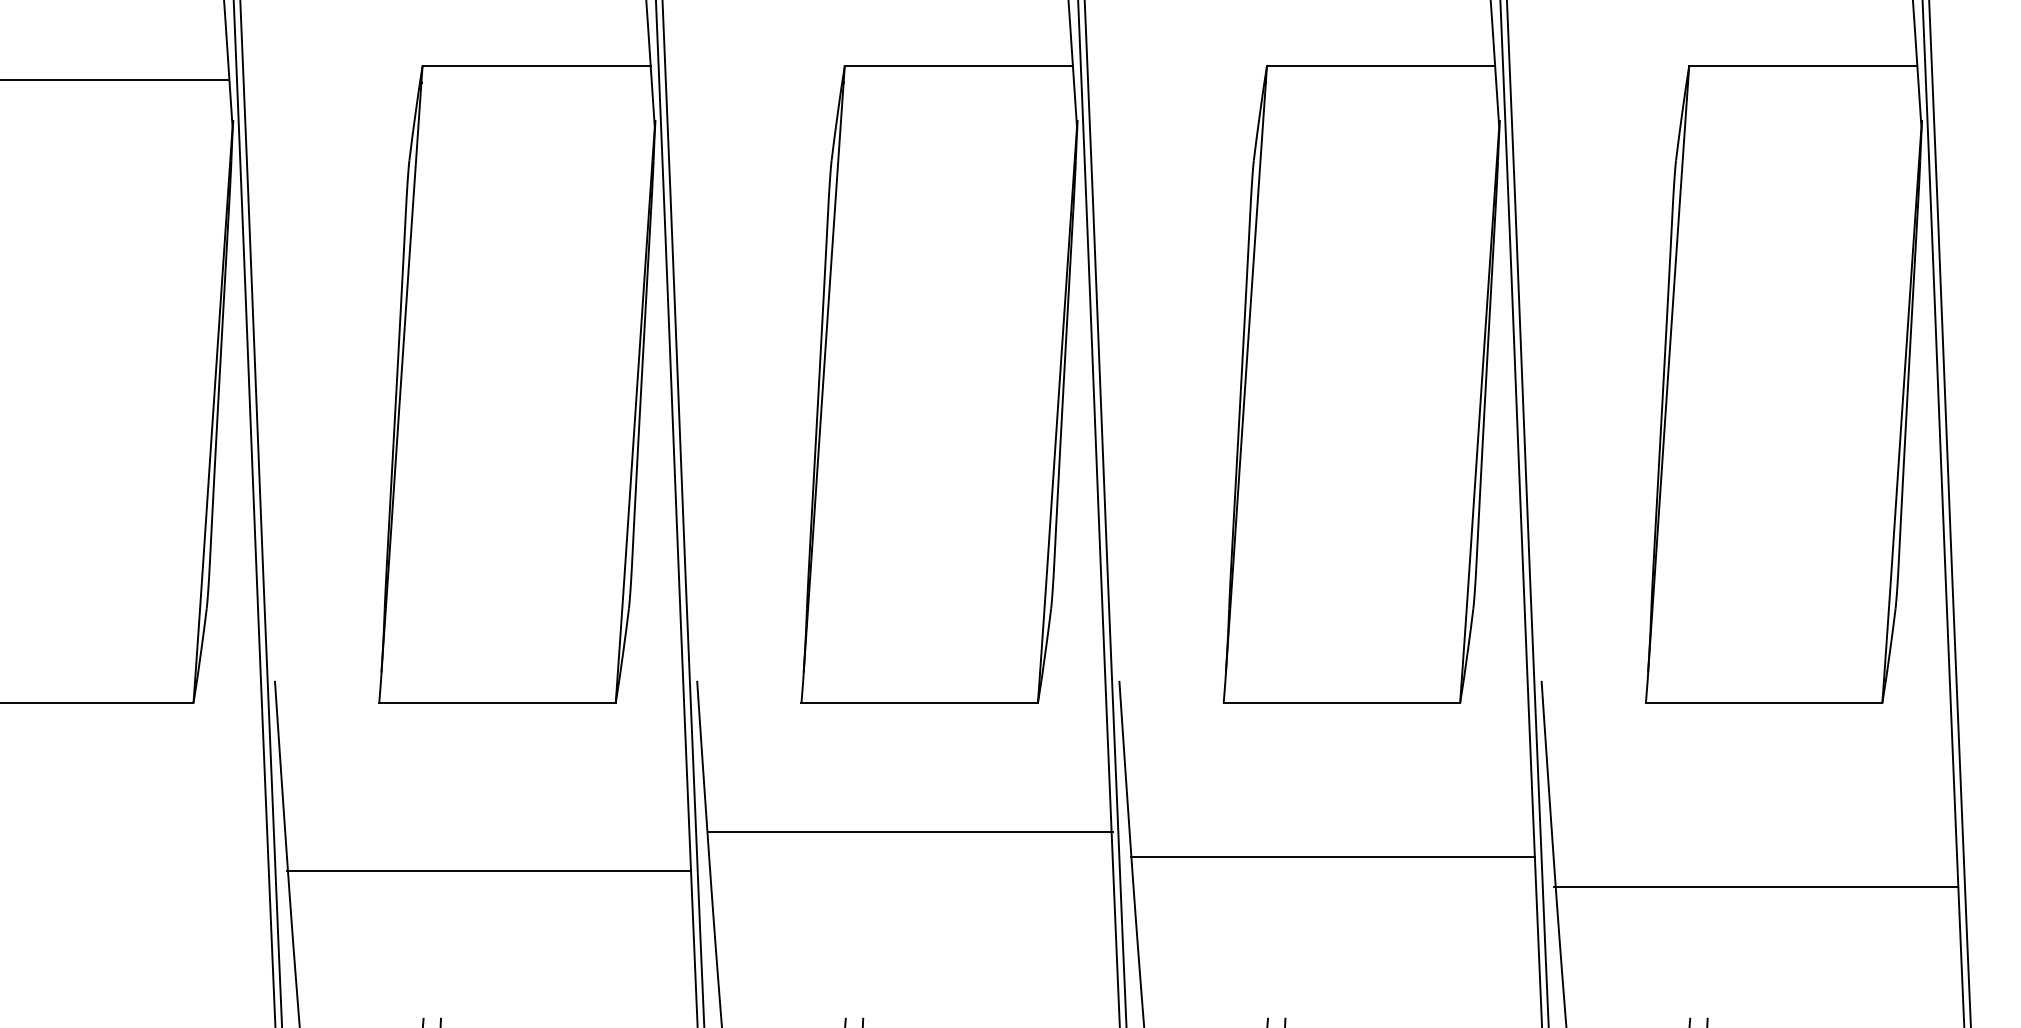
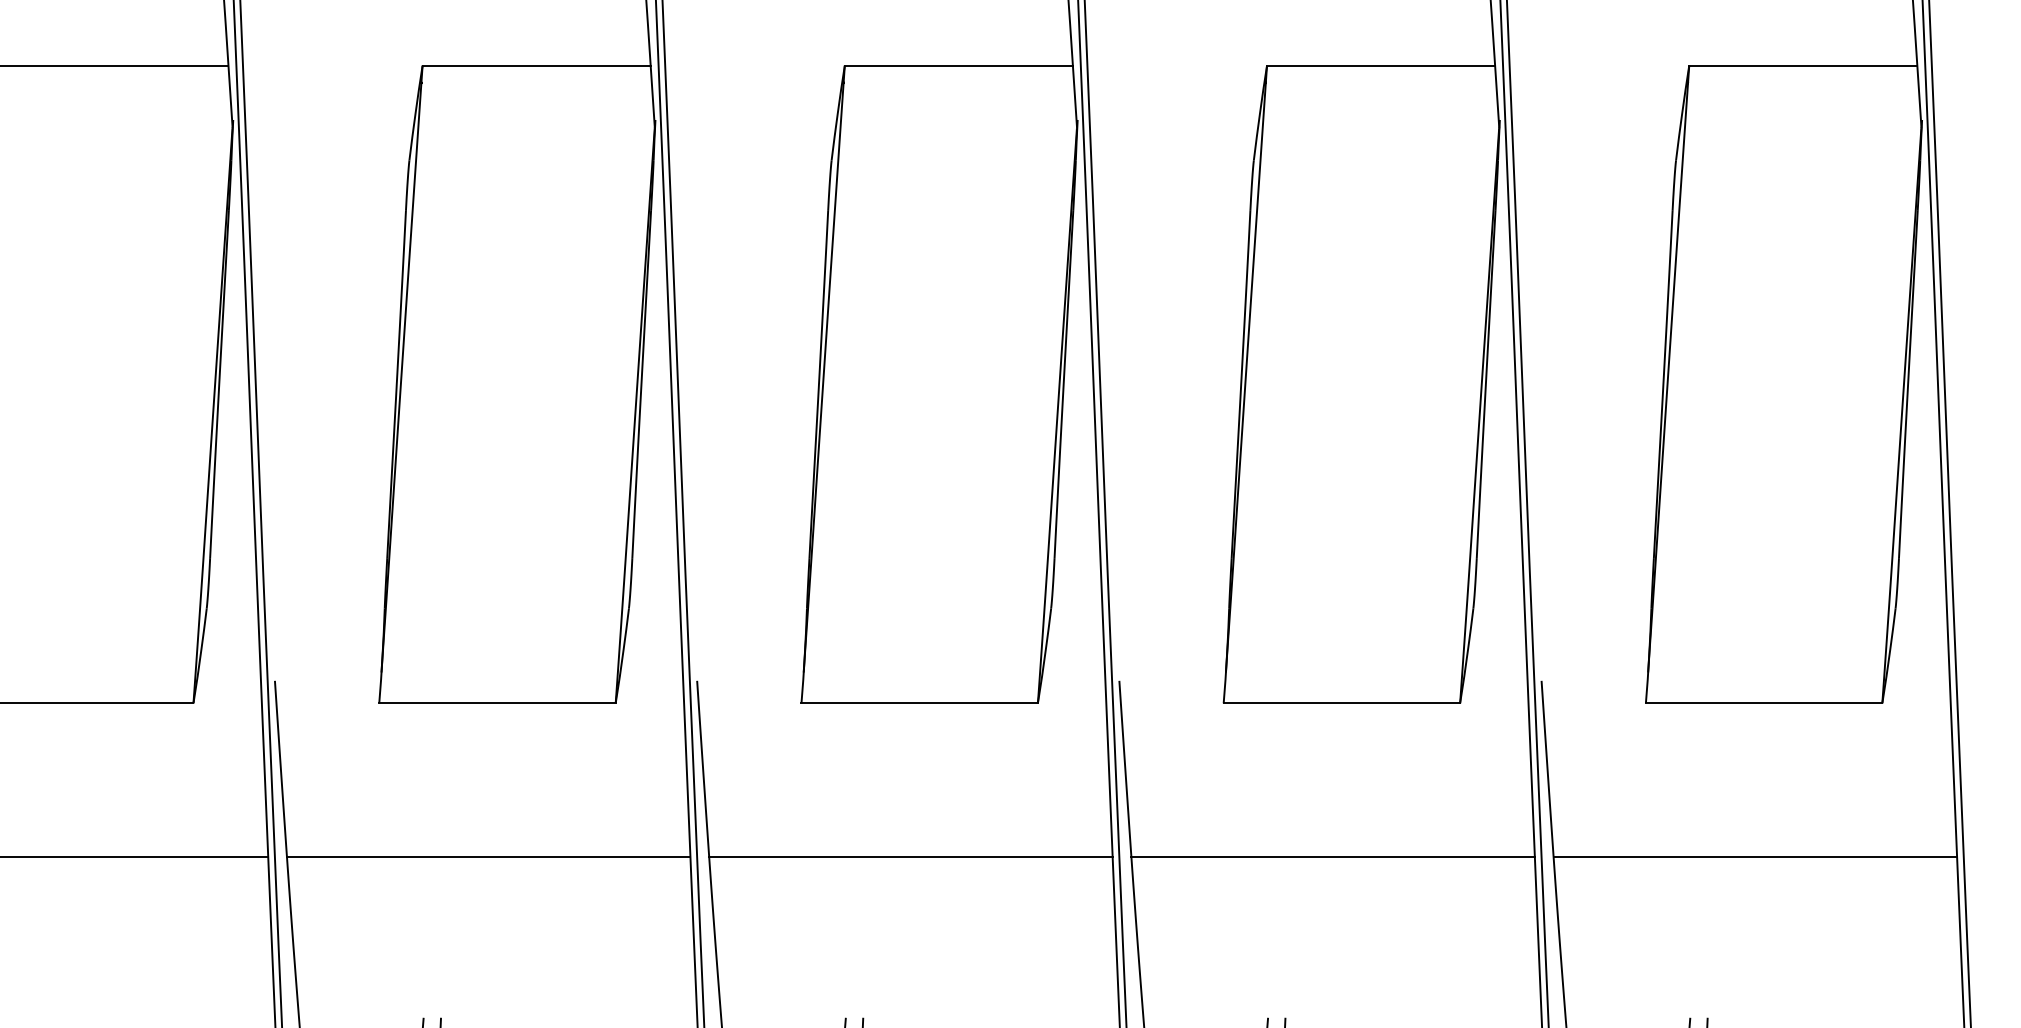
line at (115, 79) position: (115, 79) -> (115, 65)
line at (910, 832) position: (910, 832) -> (910, 857)
line at (135, 857): none -> present
line at (488, 871) position: (488, 871) -> (488, 857)
line at (1755, 887) position: (1755, 887) -> (1755, 857)
